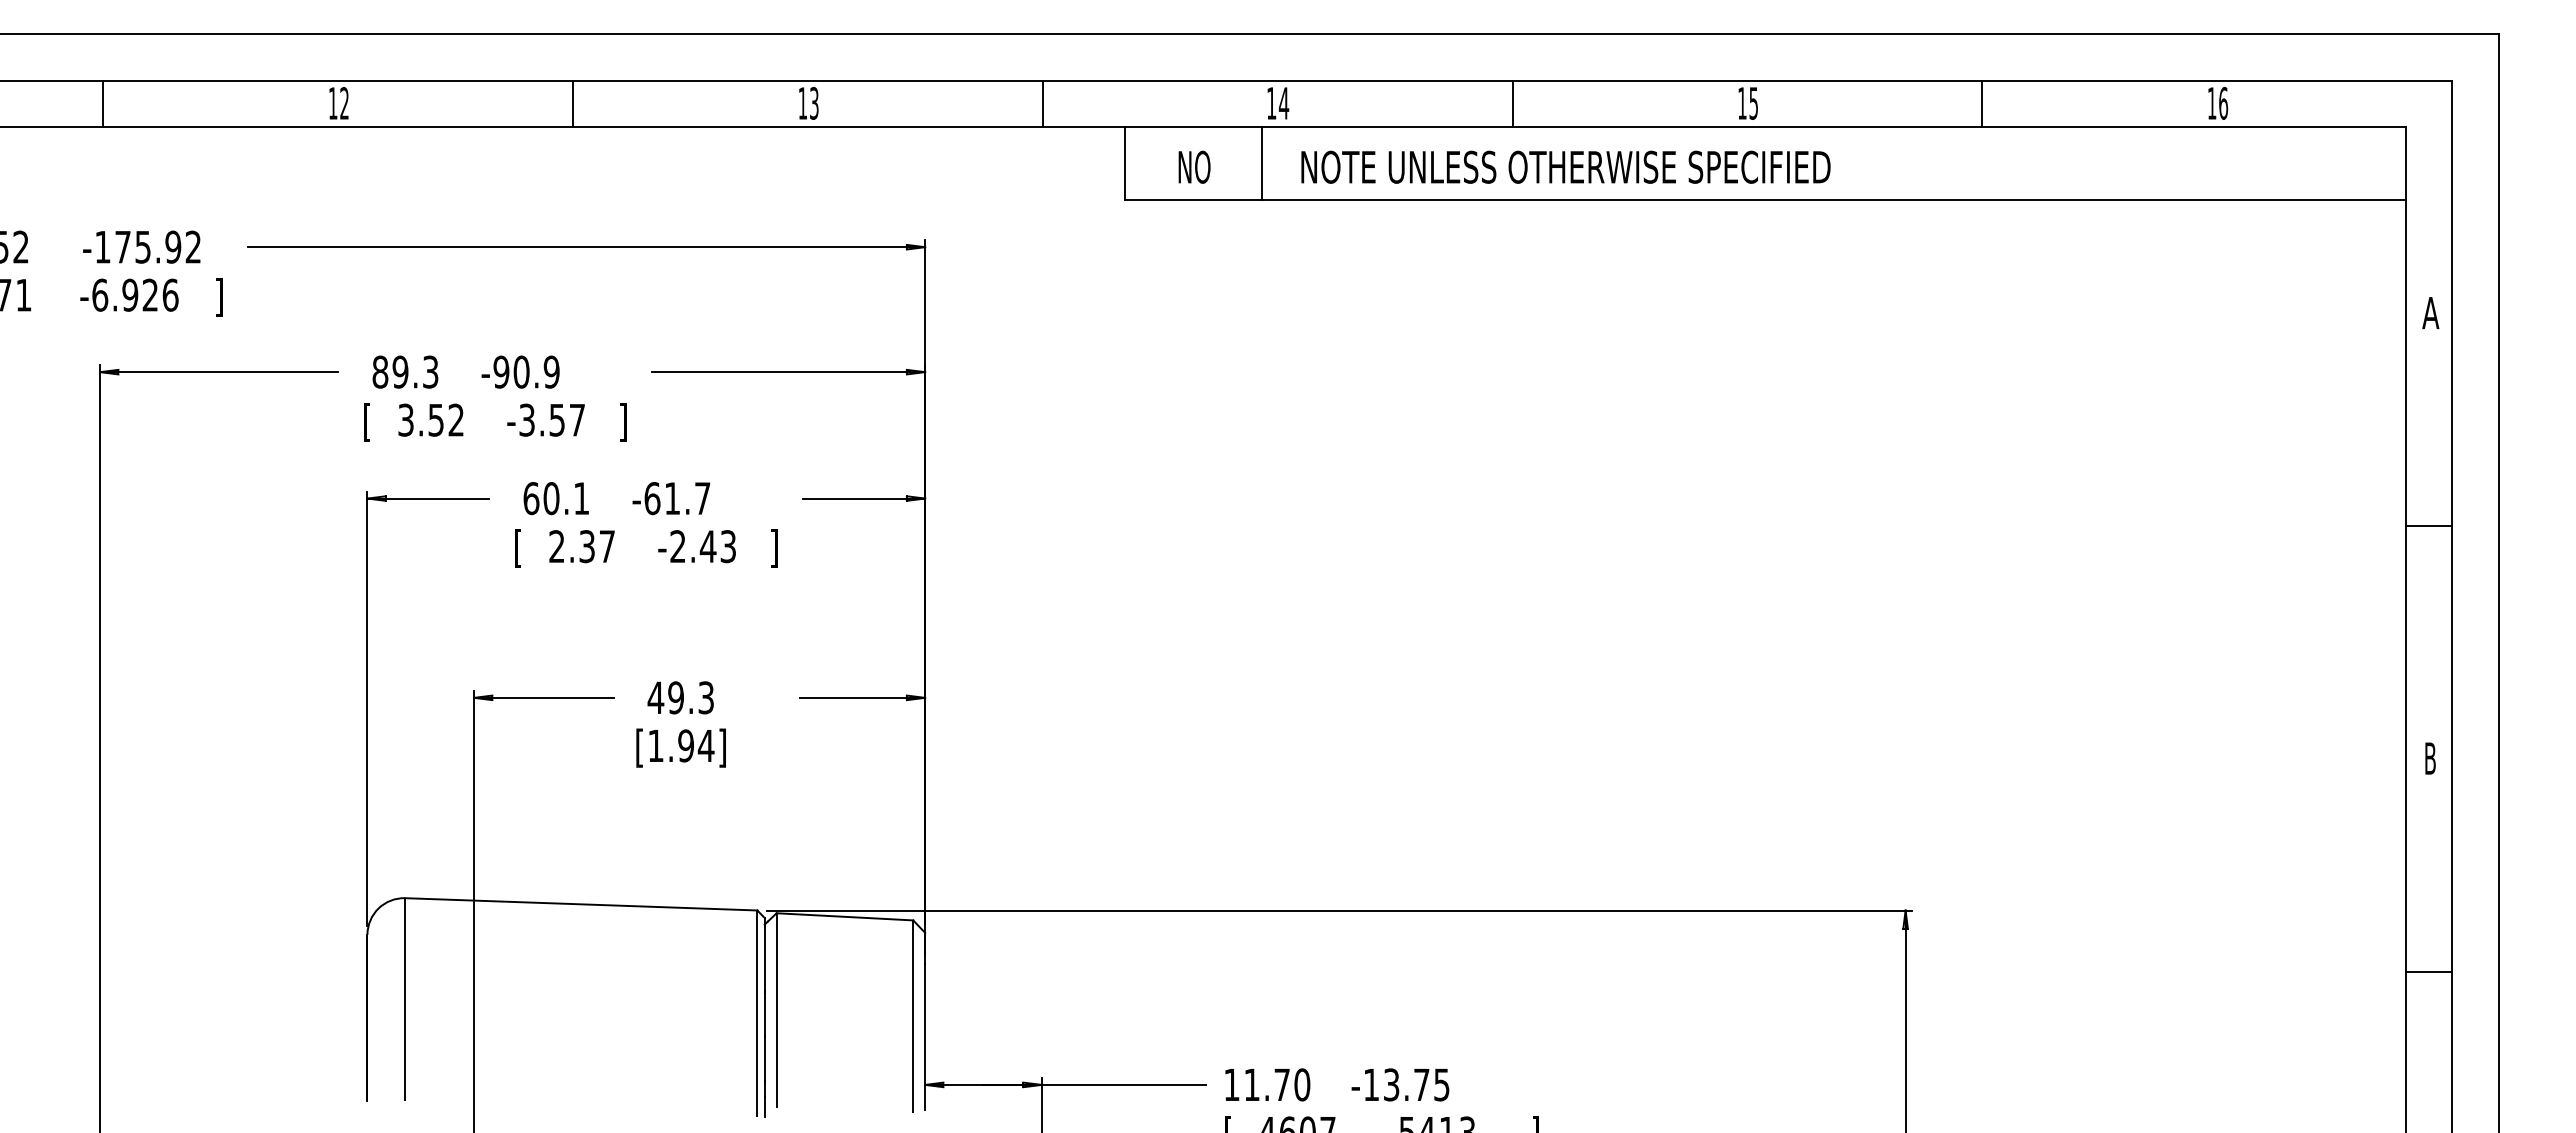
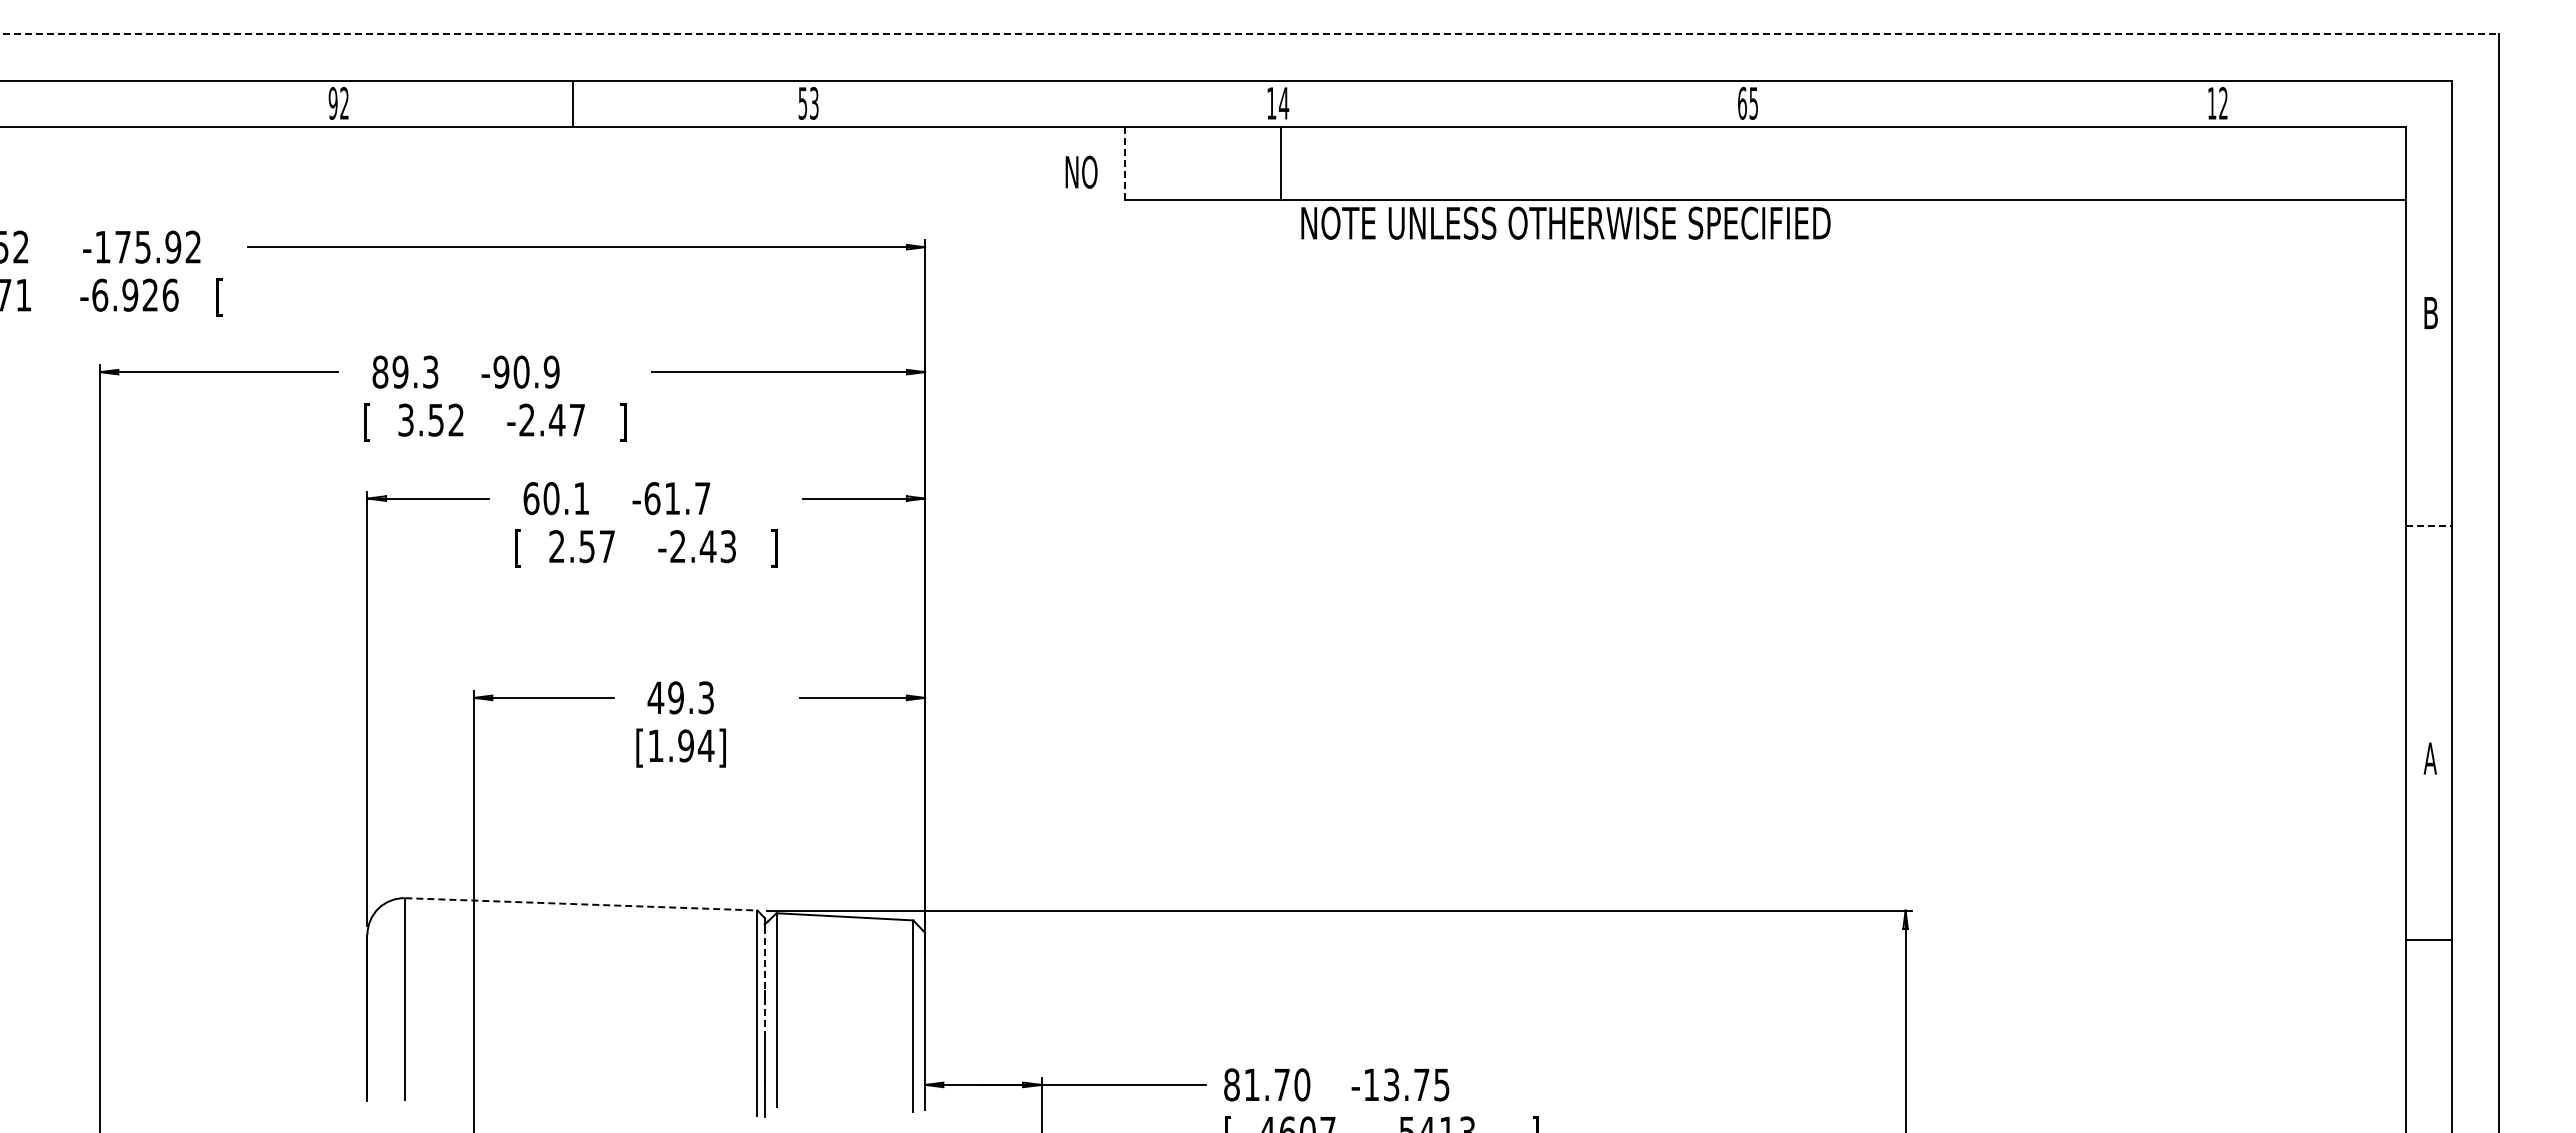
line at (1250, 34): solid -> dashed
text at (1742, 102): 15 -> 65
text at (2223, 102): 16 -> 12
line at (103, 103): present -> none
text at (332, 103): 12 -> 92
text at (802, 103): 13 -> 53
line at (1042, 103): present -> none
line at (1512, 103): present -> none
line at (1982, 103): present -> none
line at (1261, 162) position: (1261, 162) -> (1280, 162)
line at (1124, 163): solid -> dashed
text at (1194, 166) position: (1194, 166) -> (1081, 171)
text at (1565, 166) position: (1565, 166) -> (1565, 222)
text at (219, 297): ] -> [
text at (2430, 313): A -> B
text at (542, 420): -3.57 -> -2.47
line at (2429, 526): solid -> dashed
text at (587, 546): 2.37 -> 2.57
text at (2429, 758): B -> A
line at (581, 904): solid -> dashed
line at (764, 959): solid -> dashed
line at (2429, 971) position: (2429, 971) -> (2429, 939)
line at (764, 1016): solid -> dashed
text at (1231, 1084): 11.70 -> 81.70
